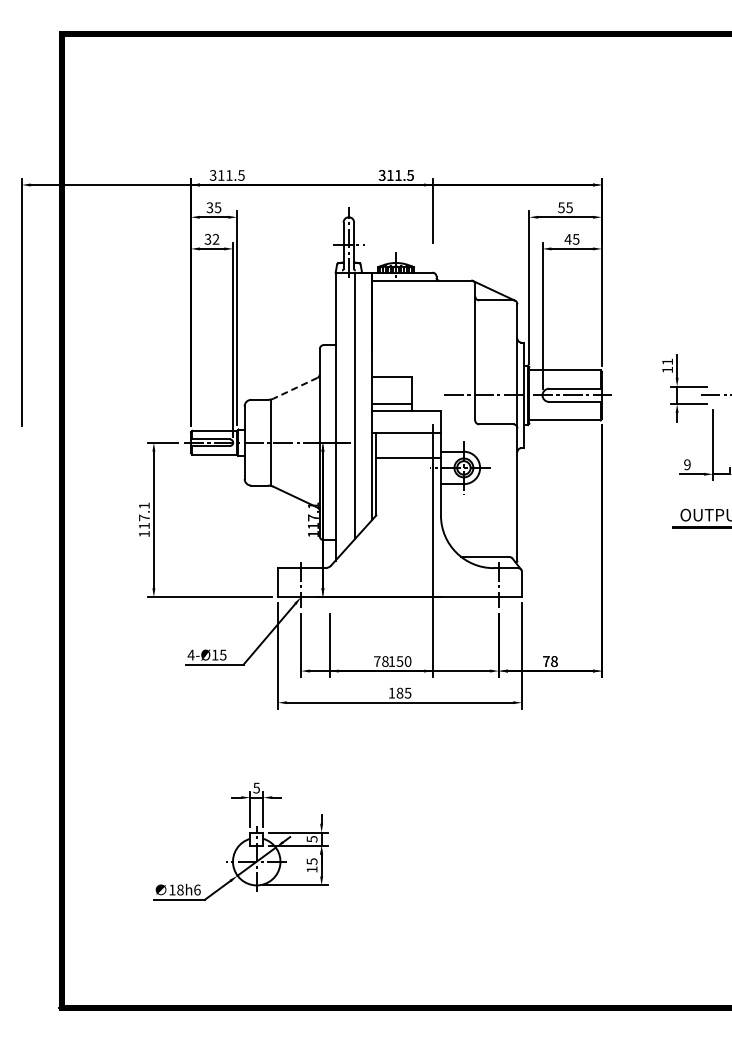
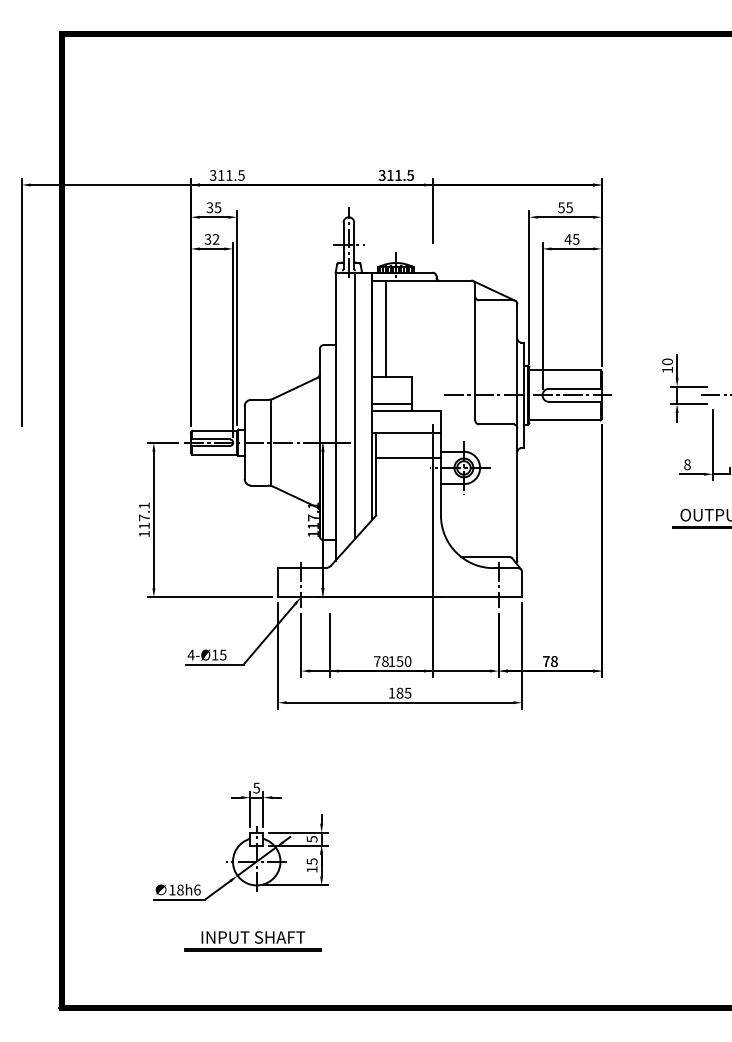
line at (385, 328): none -> present
text at (667, 361): 11 -> 10
line at (295, 388): dashed -> solid
text at (687, 464): 9 -> 8
part at (252, 941): none -> present
